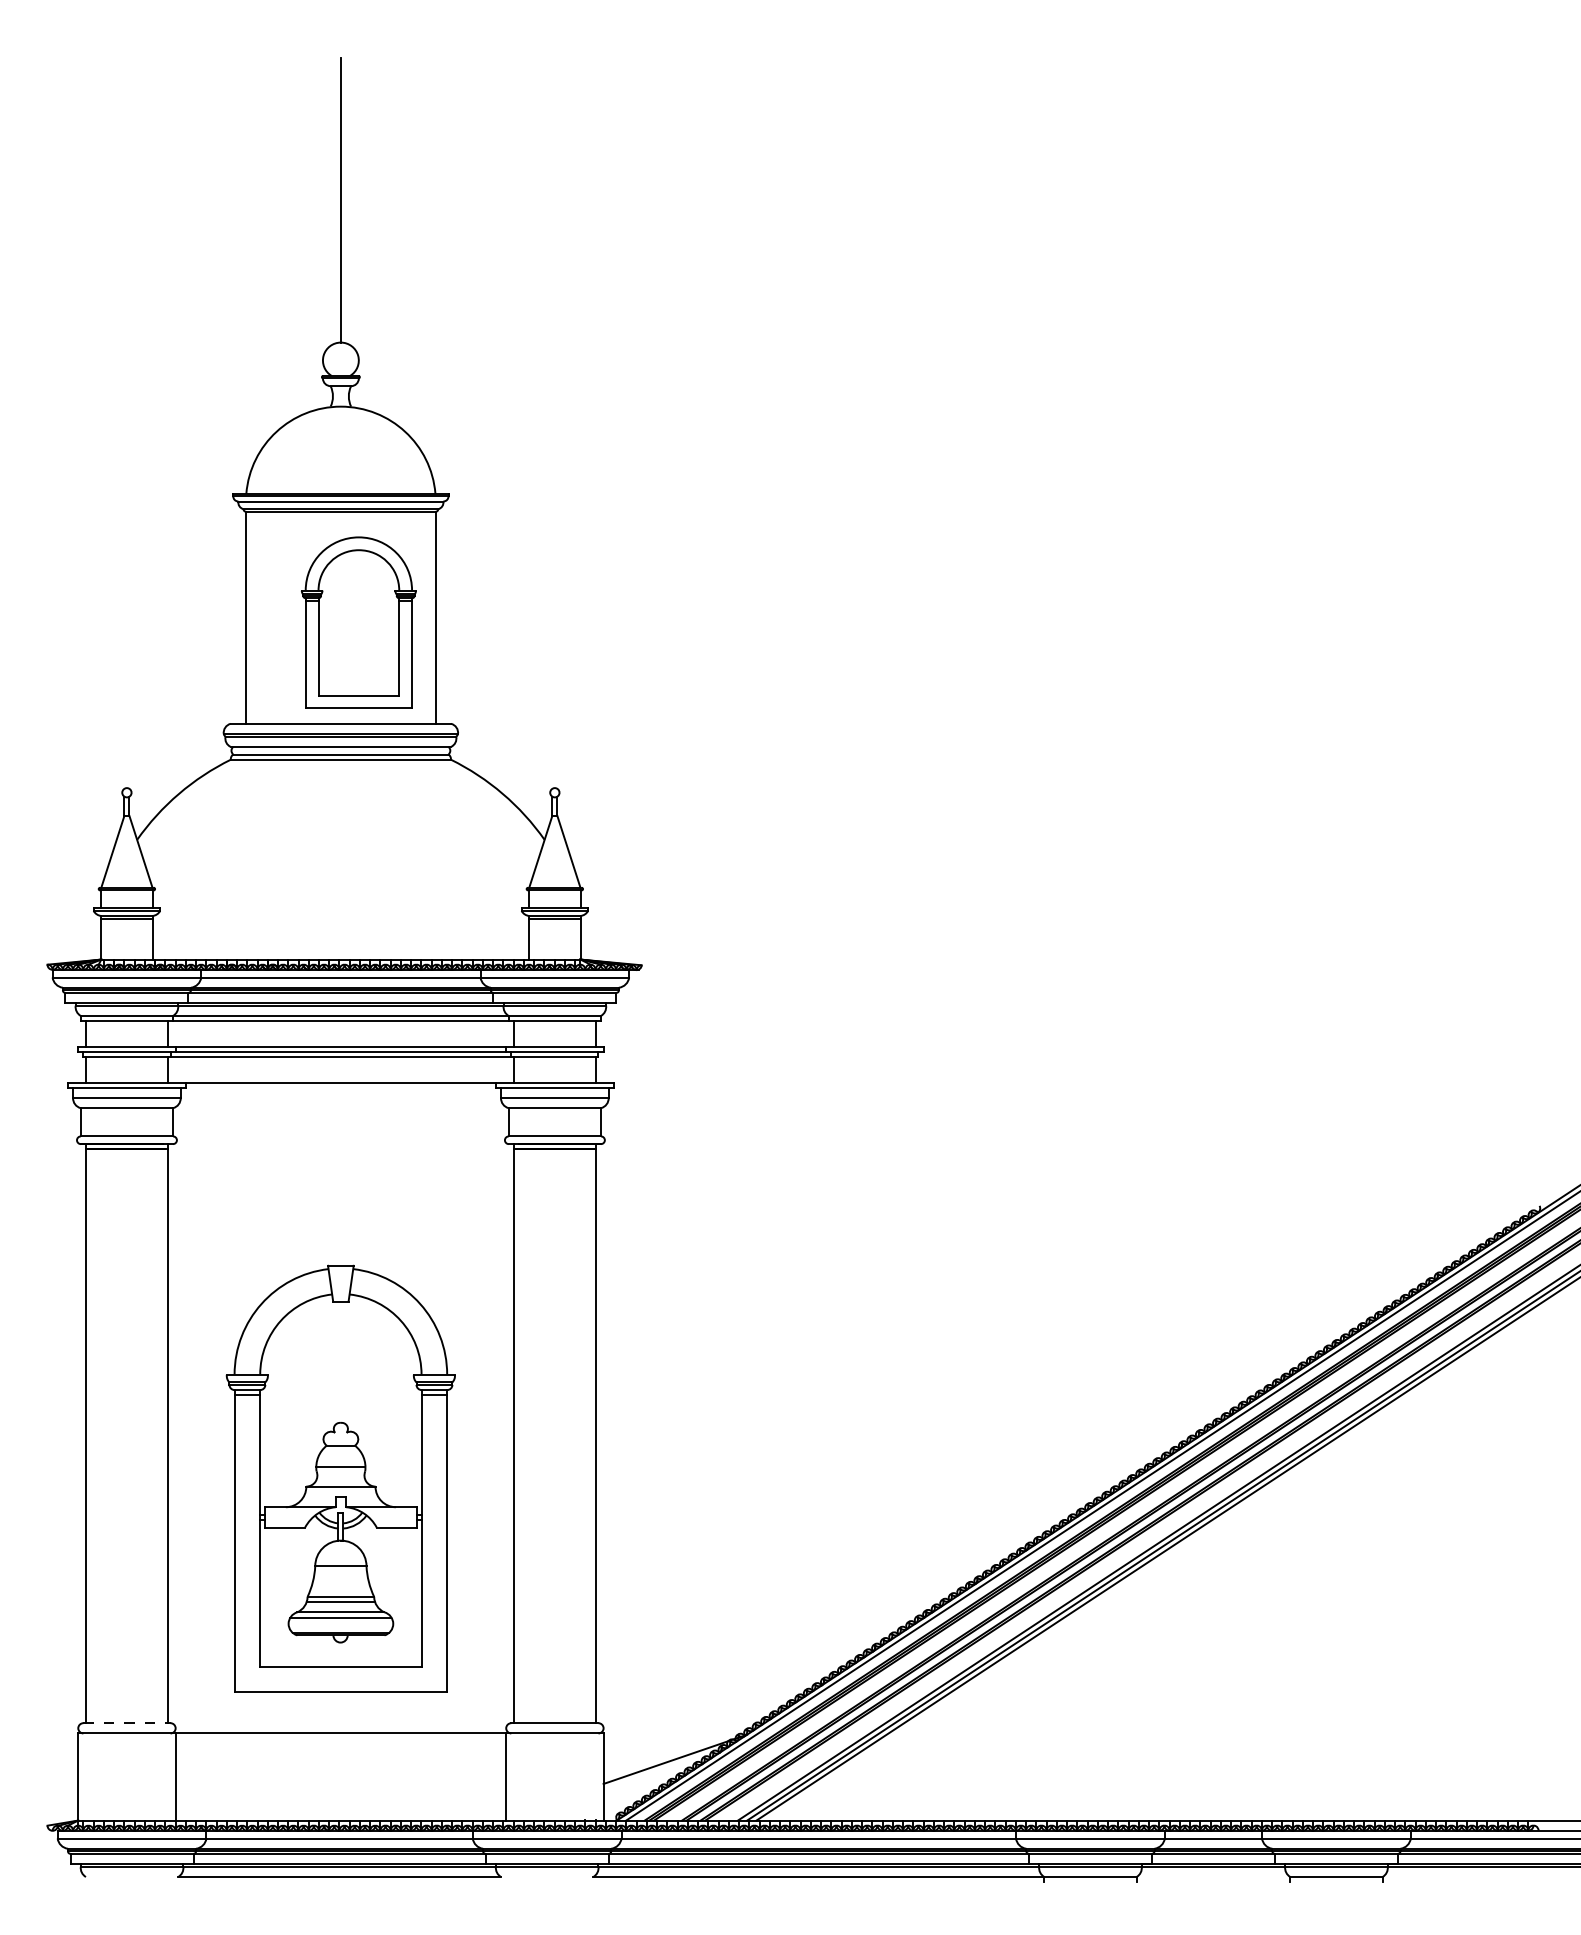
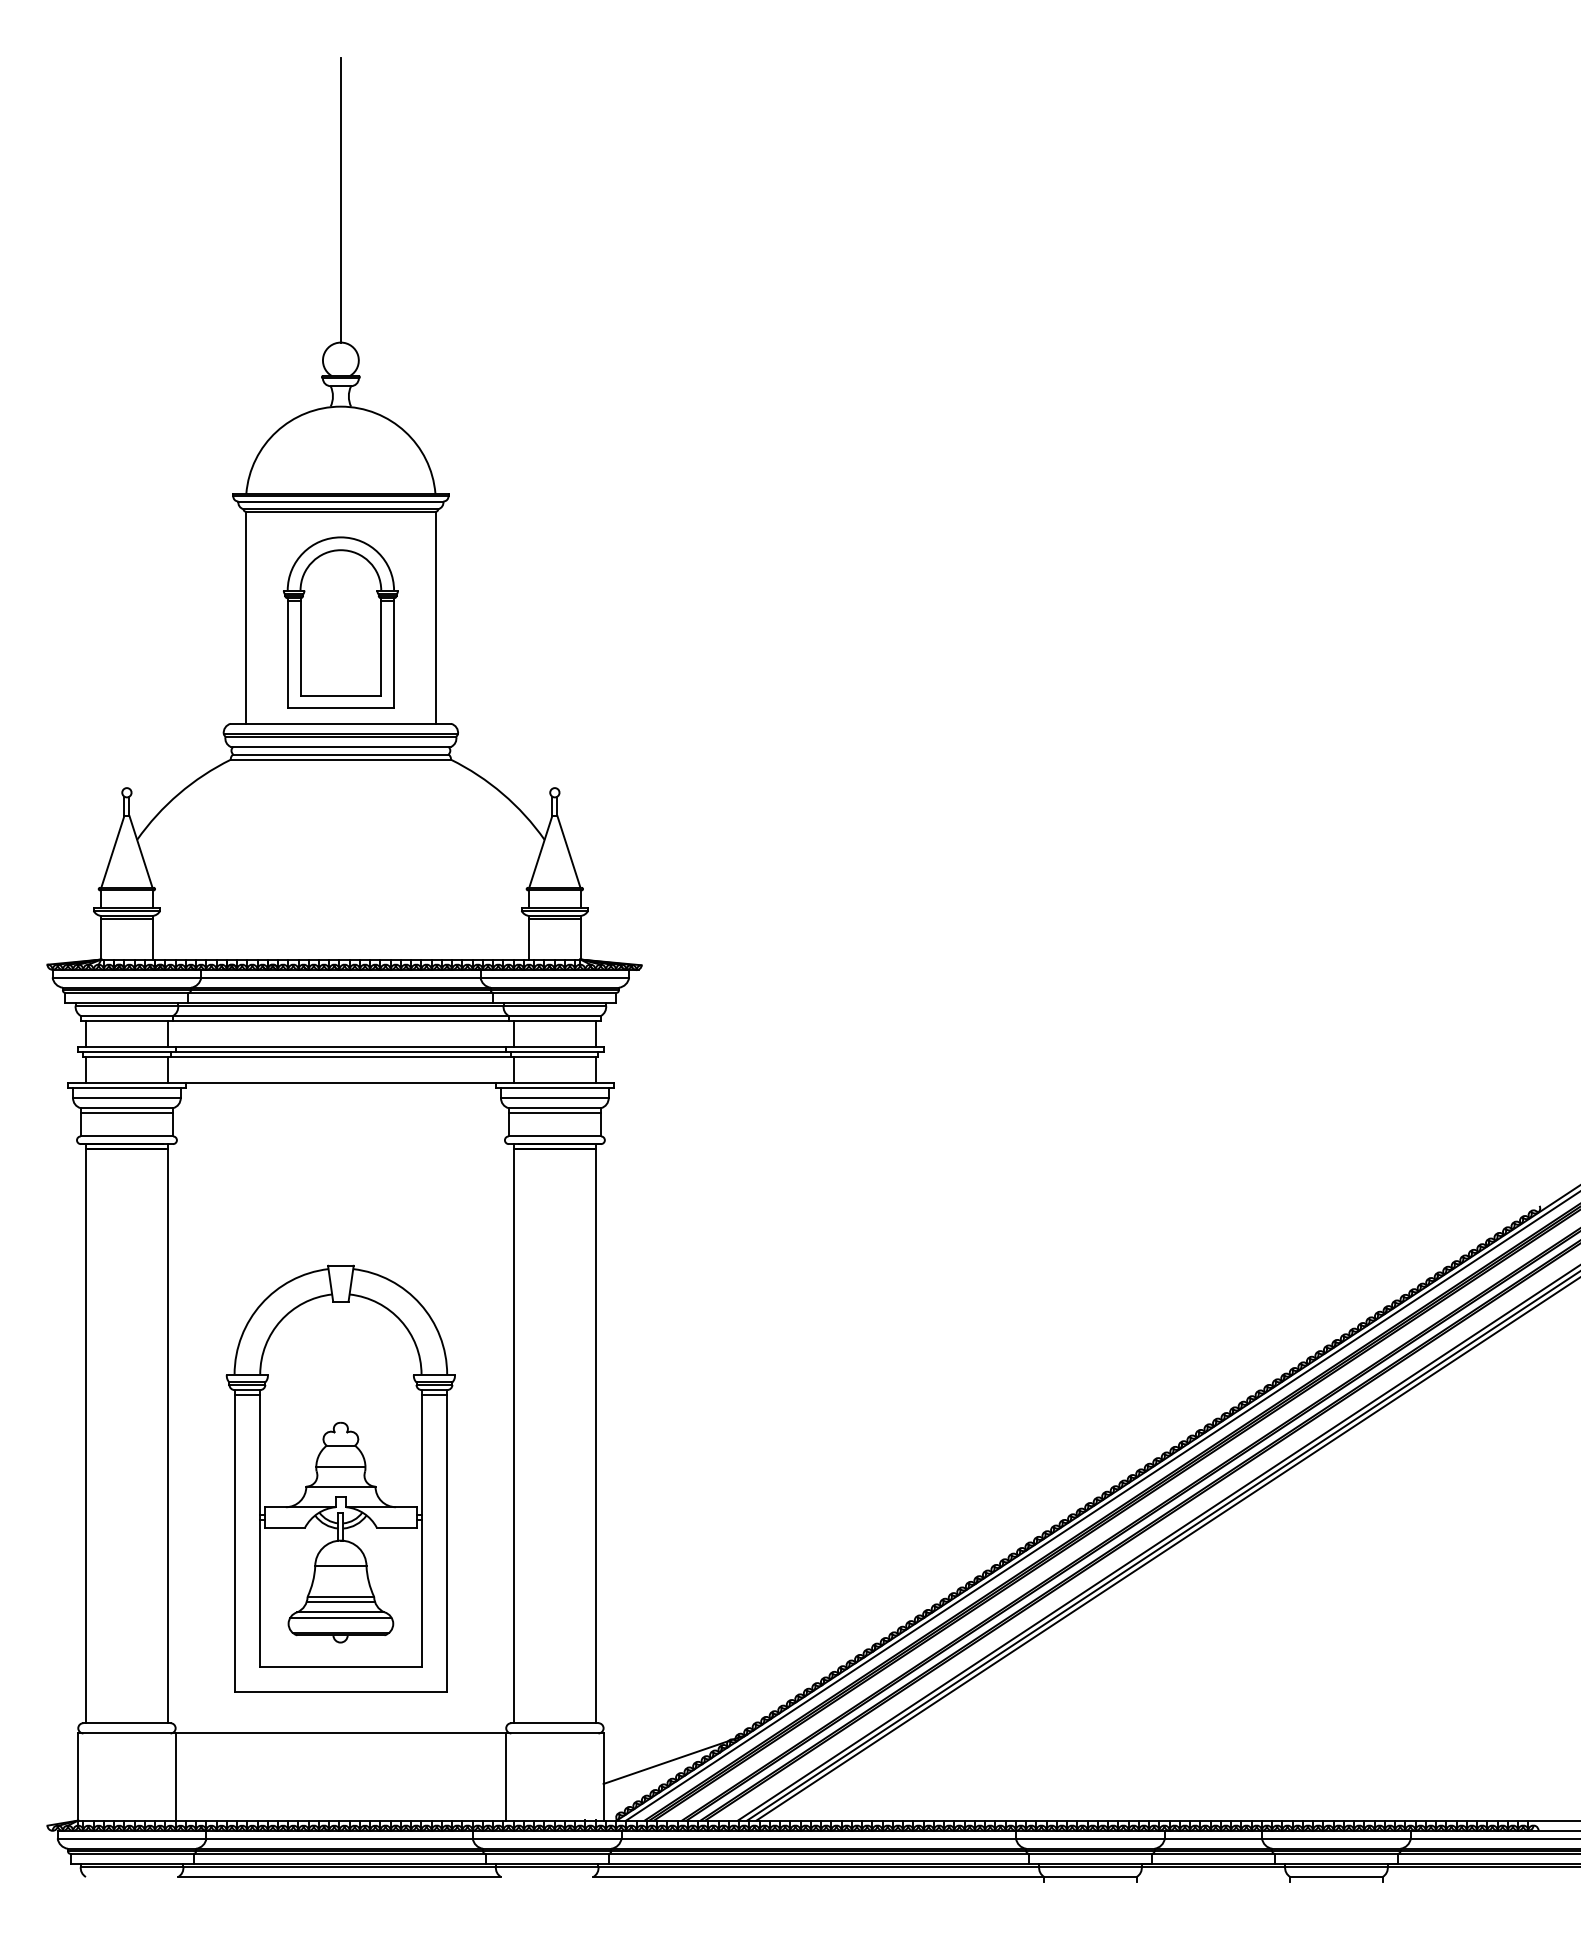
part at (358, 622) position: (358, 622) -> (340, 622)
line at (126, 1113): none -> present
line at (554, 1113): none -> present
line at (126, 1723): dashed -> solid
